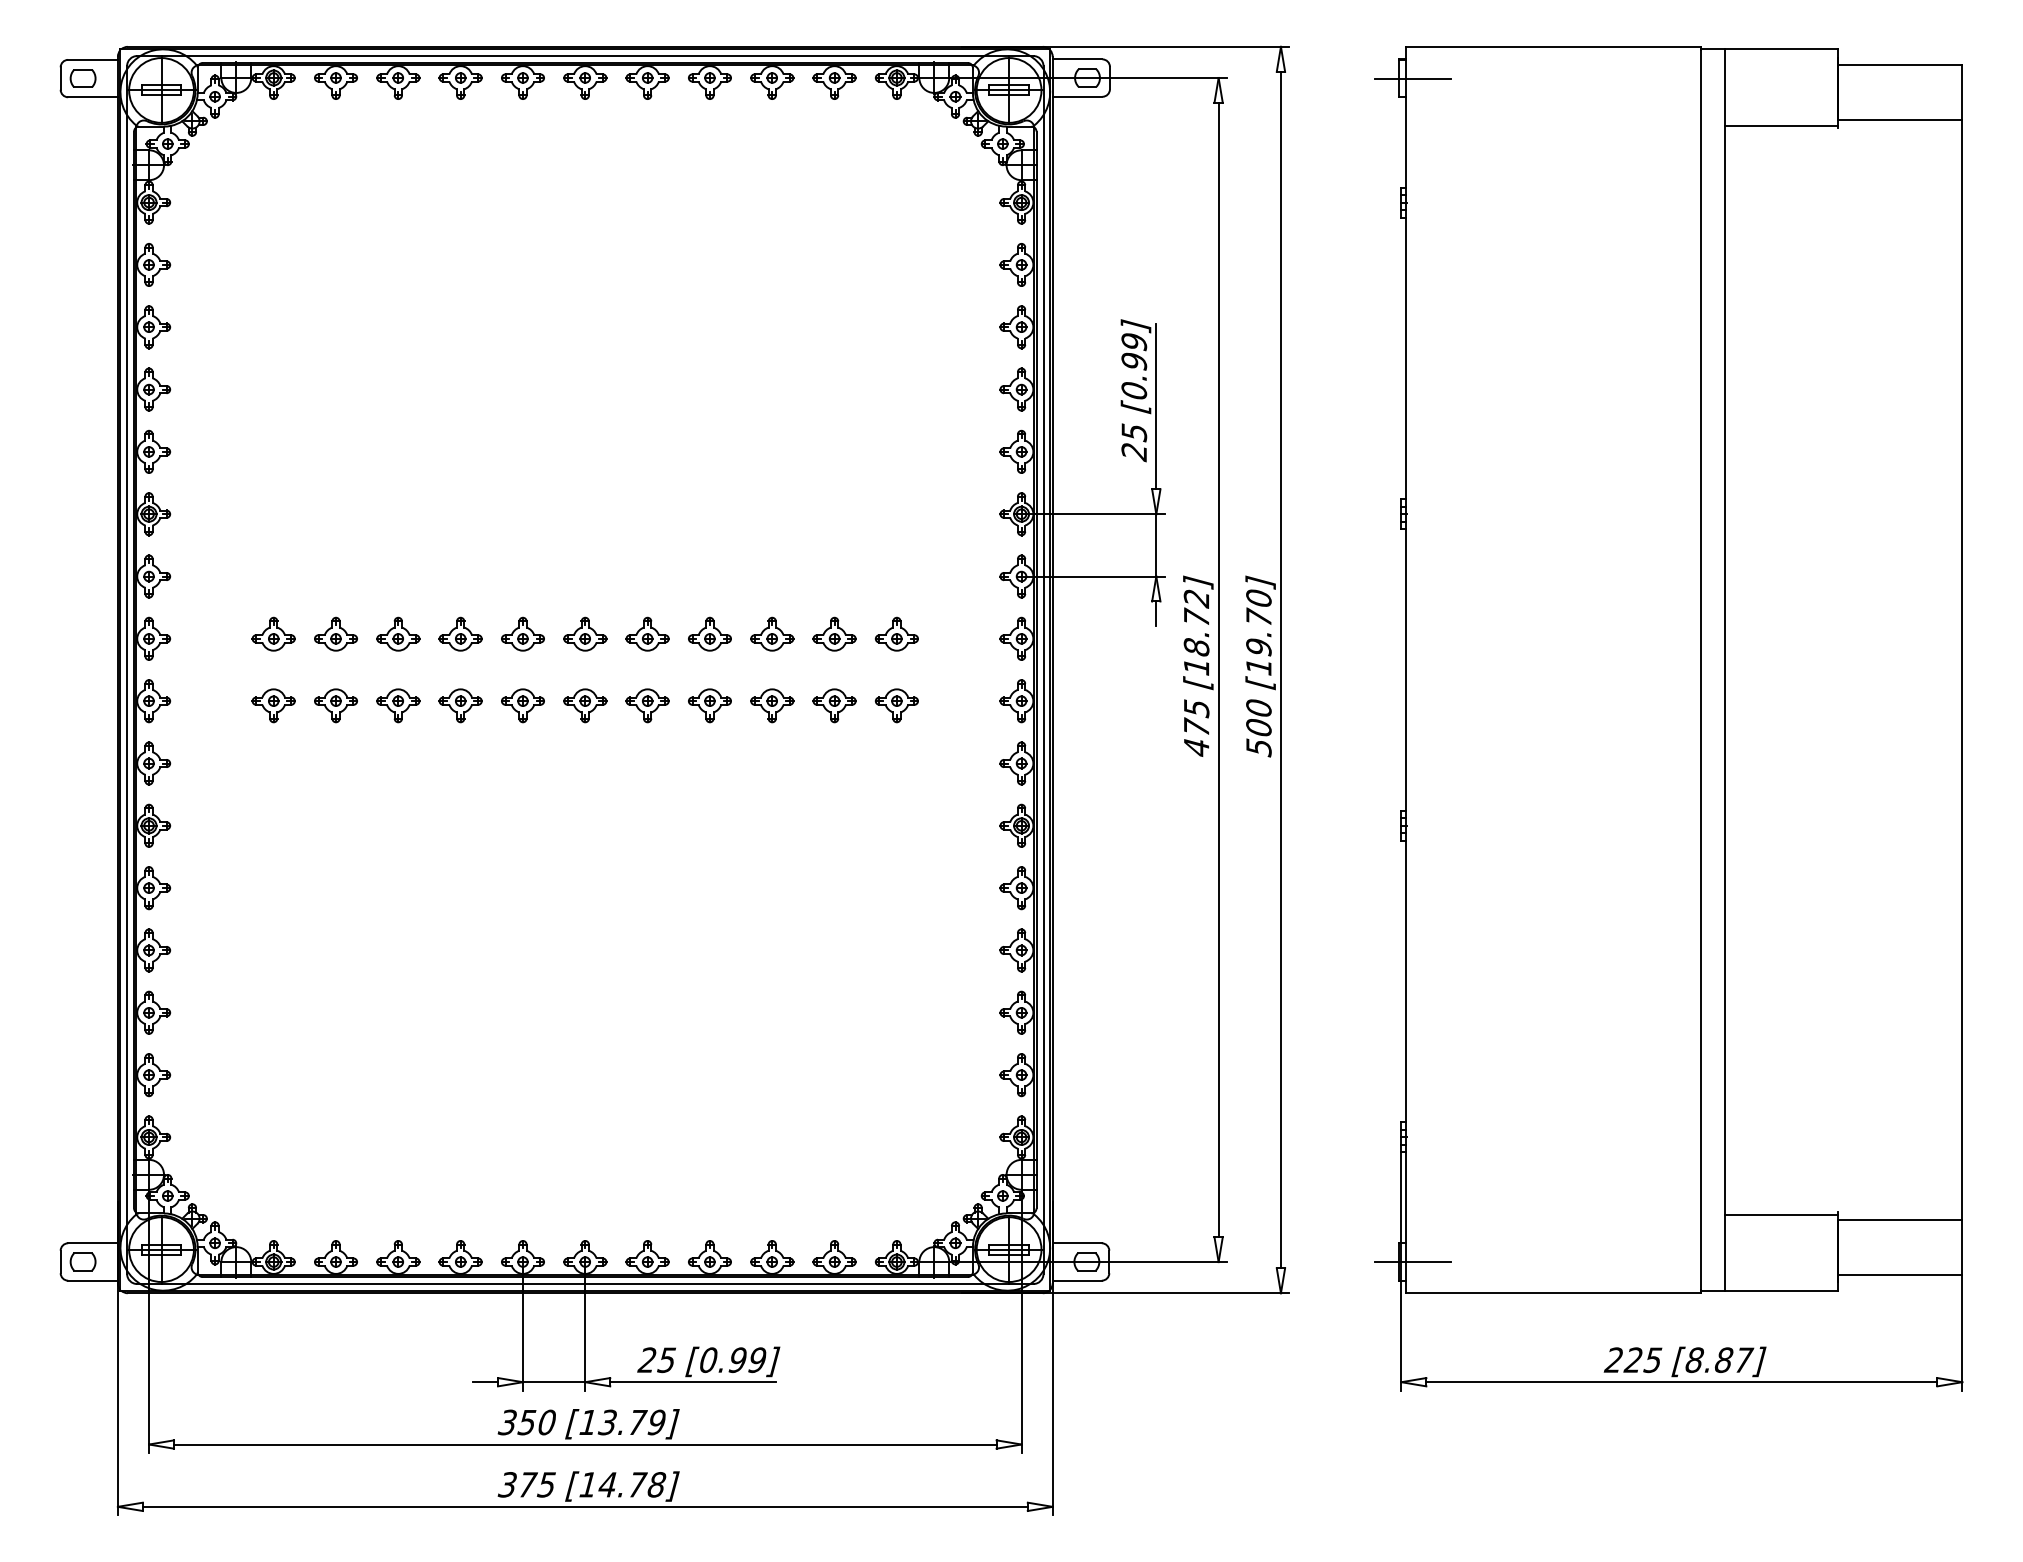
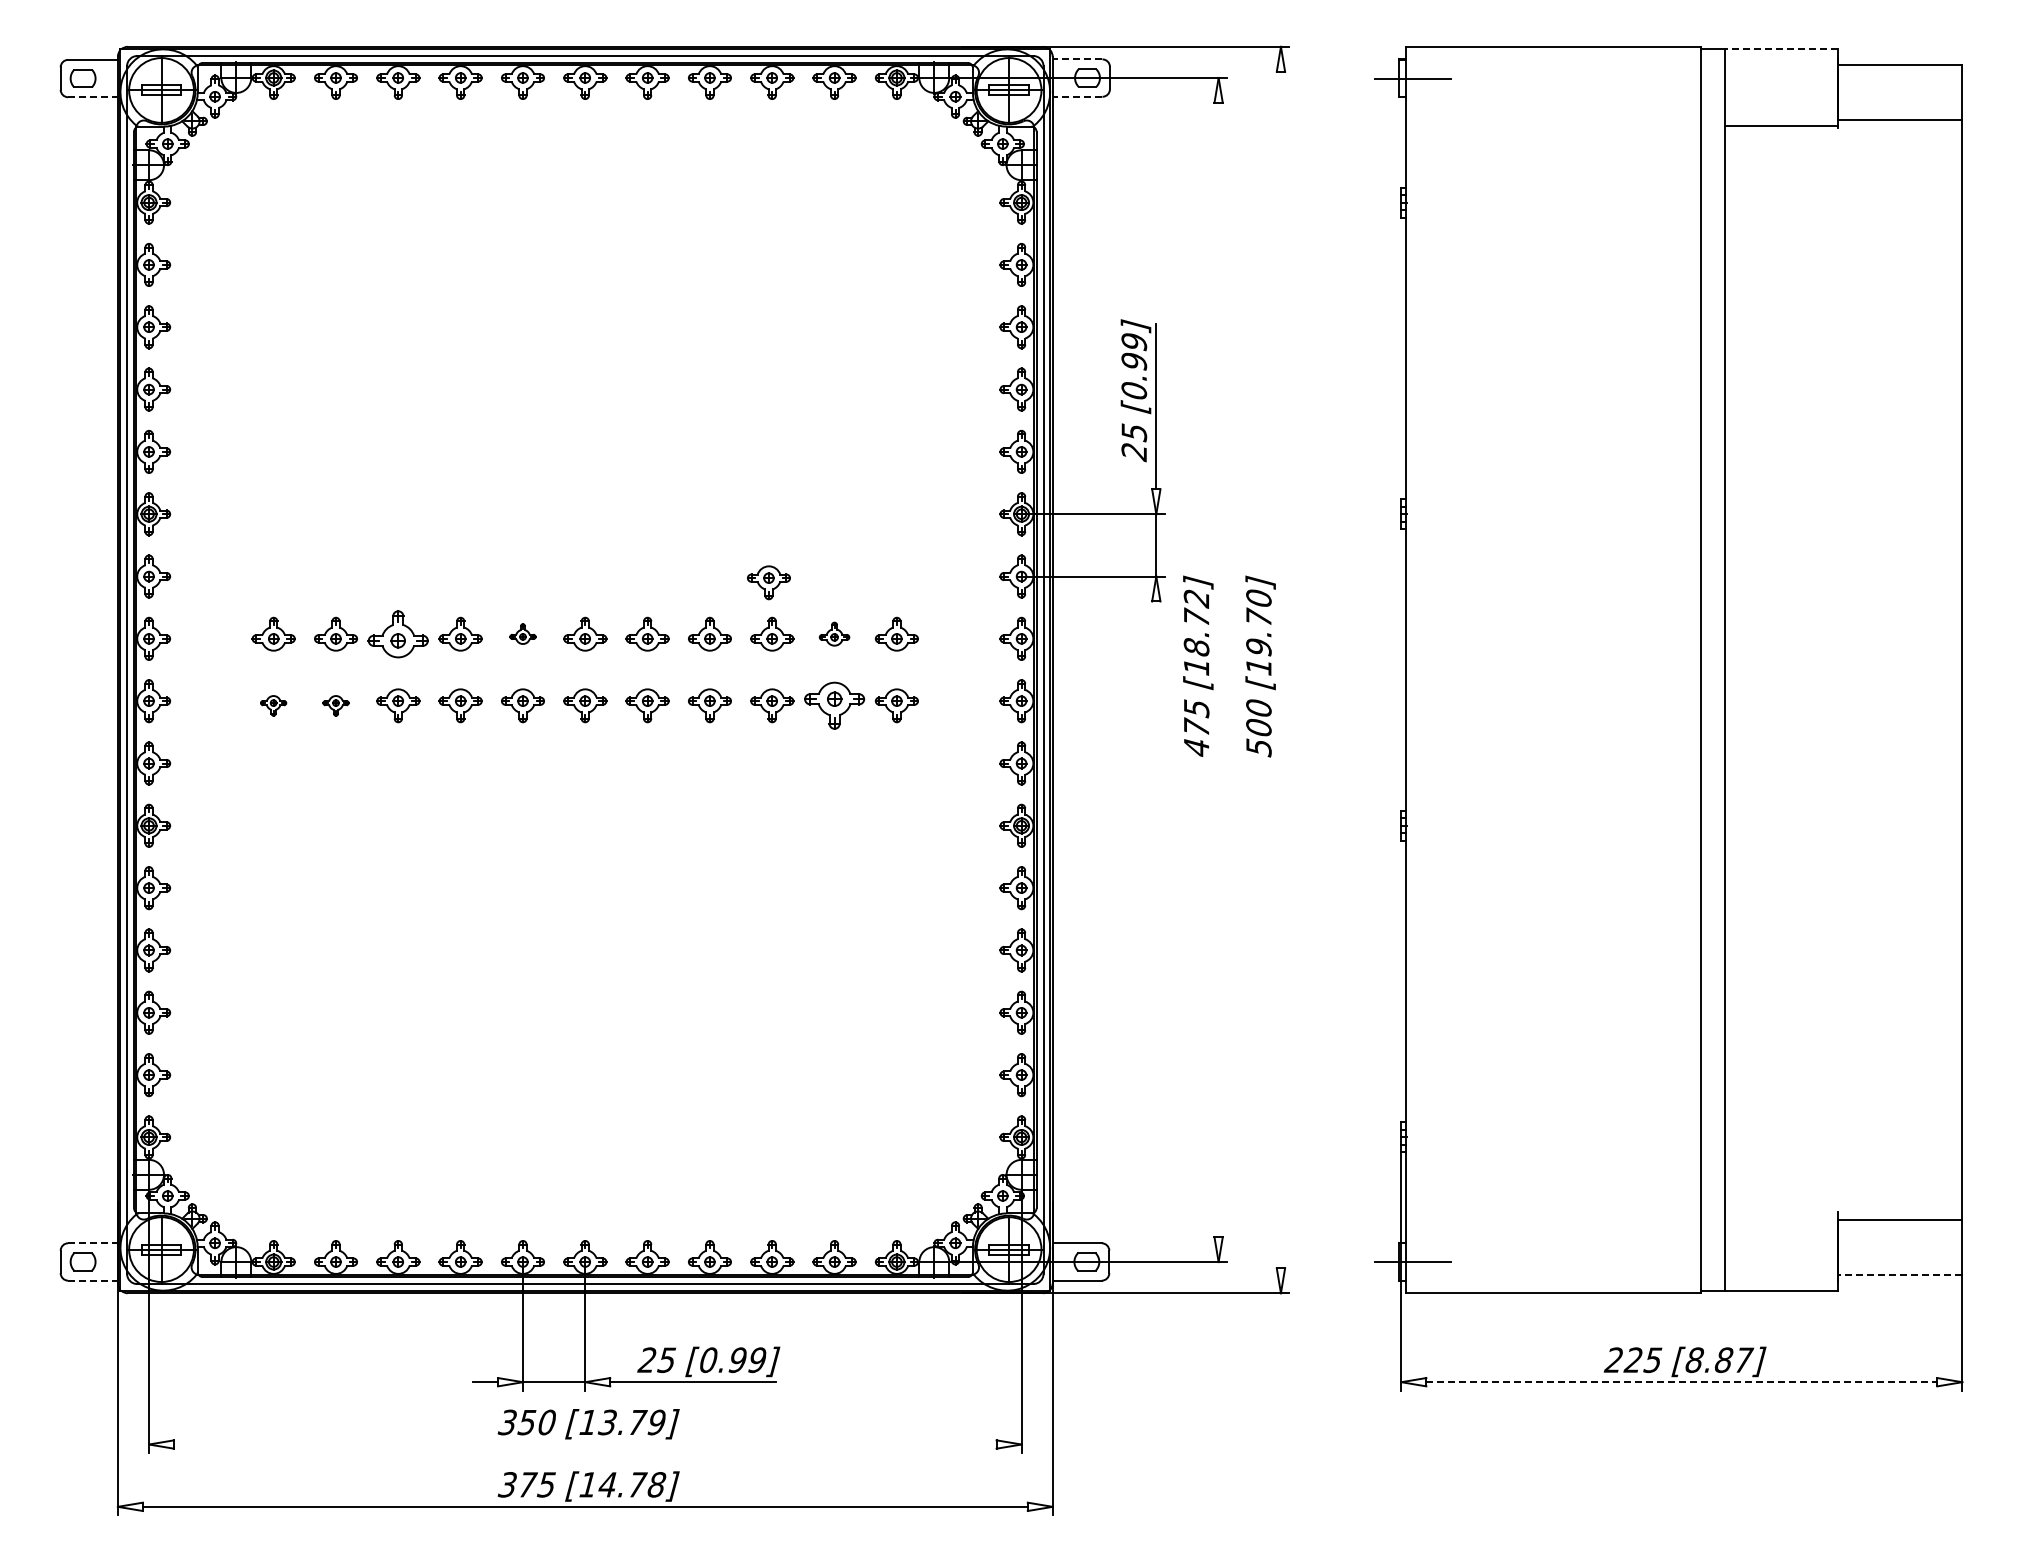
line at (1781, 49): solid -> dashed
line at (1077, 59): solid -> dashed
line at (1077, 96): solid -> dashed
line at (93, 97): solid -> dashed
part at (768, 582): none -> present
line at (1156, 613): present -> none
part at (398, 633) size: 45x36 px -> 62x49 px
part at (522, 633) size: 44x36 px -> 28x22 px
part at (834, 633) size: 45x36 px -> 33x26 px
line at (1218, 669): present -> none
line at (1280, 669): present -> none
part at (273, 705) size: 45x36 px -> 28x22 px
part at (335, 705) size: 44x36 px -> 28x22 px
part at (834, 705) size: 45x36 px -> 62x49 px
line at (1780, 1214): present -> none
line at (93, 1243): solid -> dashed
line at (1899, 1274): solid -> dashed
line at (93, 1280): solid -> dashed
line at (1681, 1382): solid -> dashed
line at (585, 1444): present -> none
